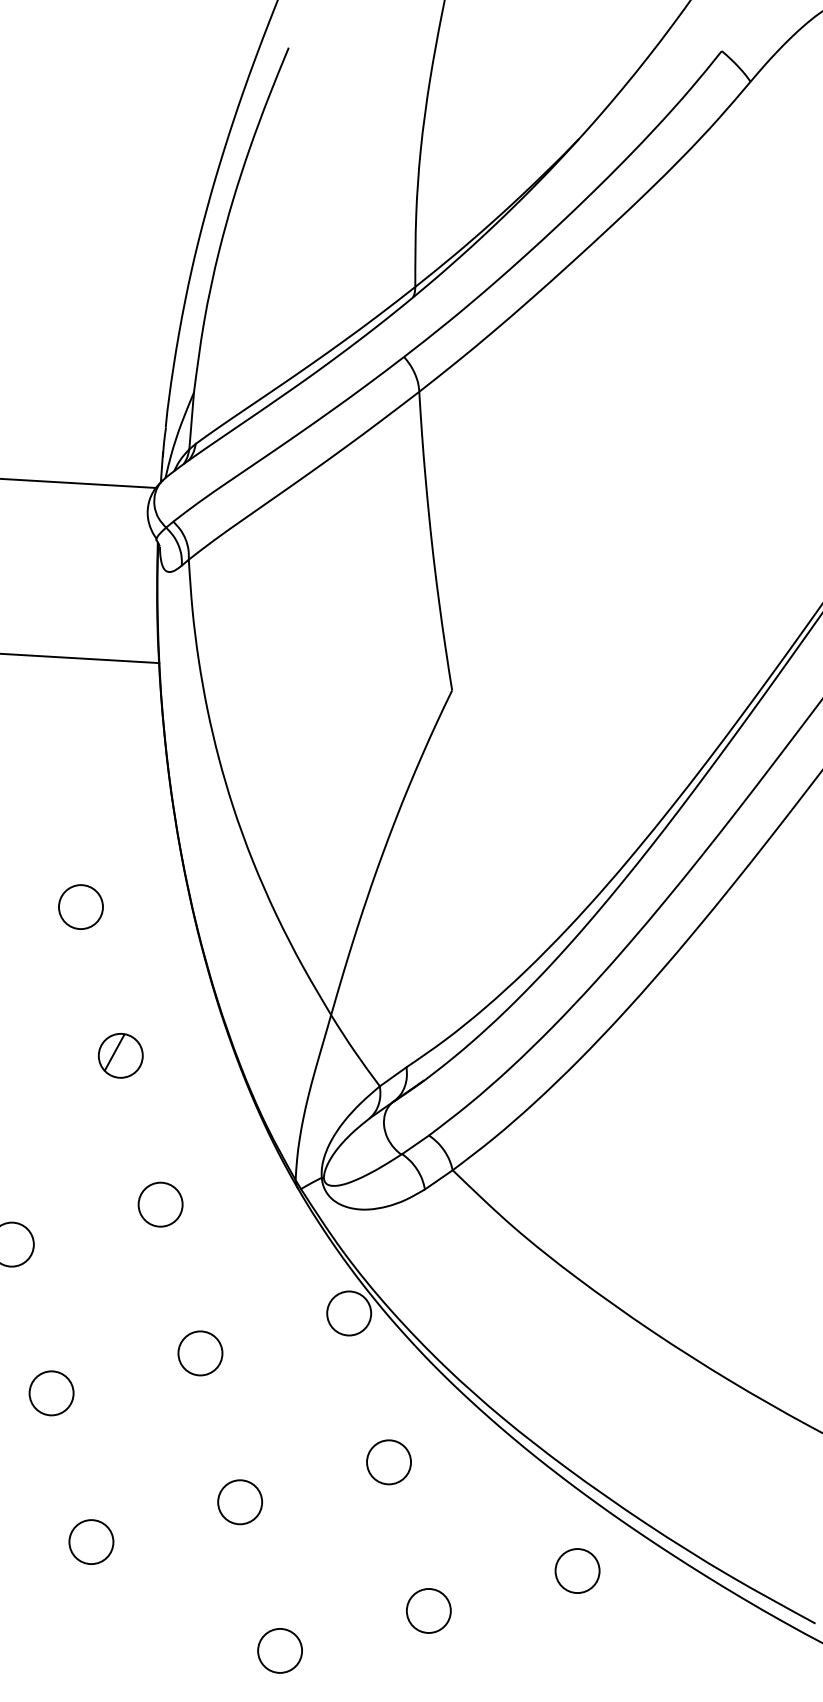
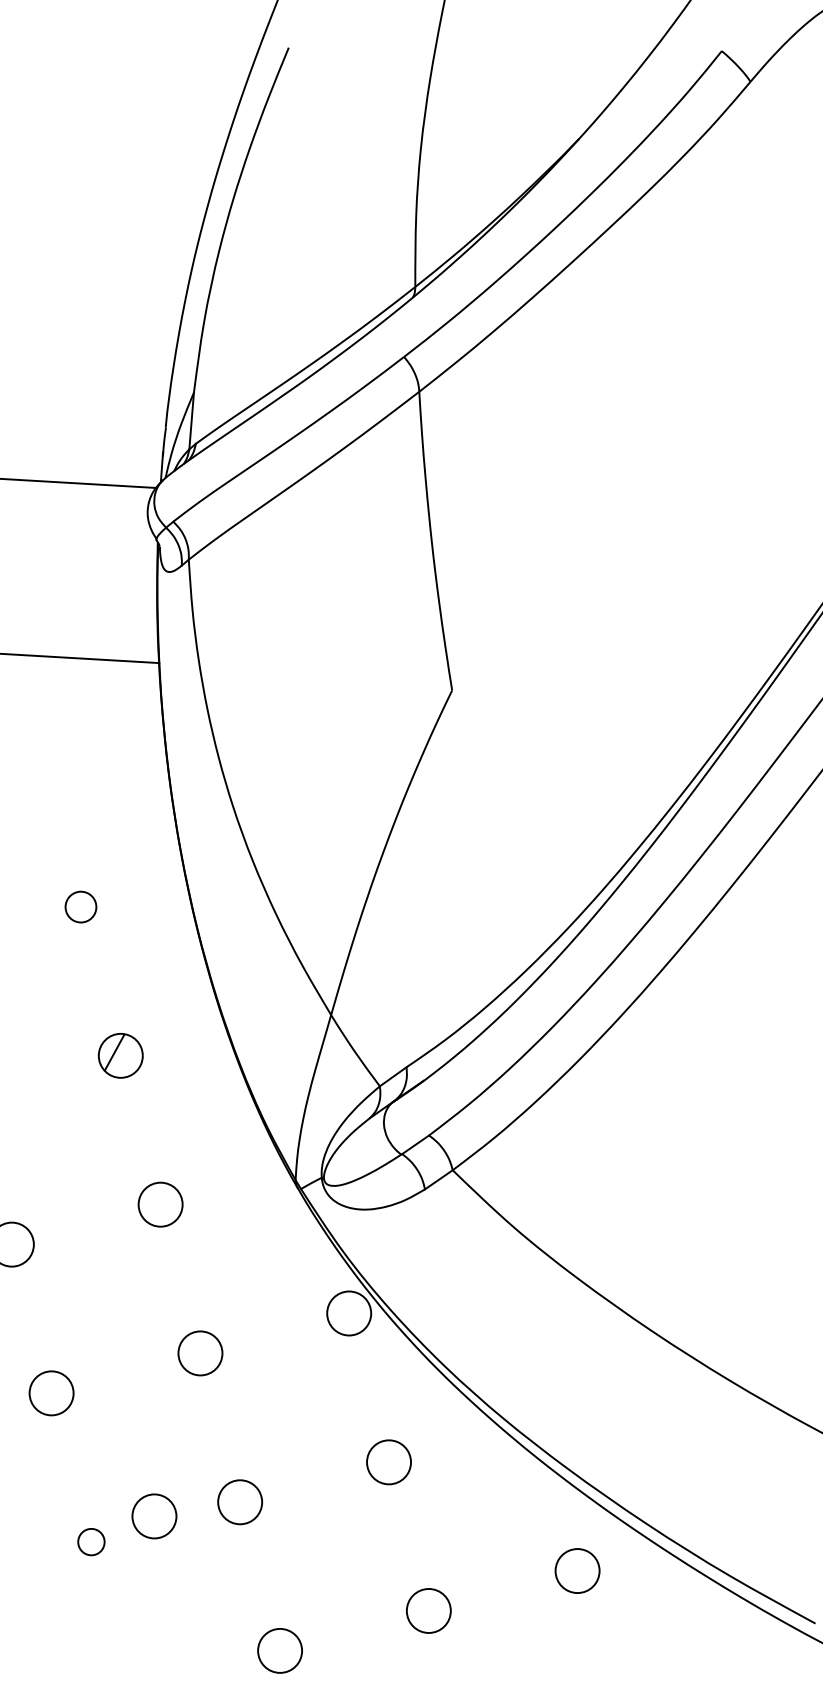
circle at (80, 907) diameter: 44 px -> 31 px
circle at (154, 1516): none -> present
circle at (91, 1542) diameter: 44 px -> 26 px
